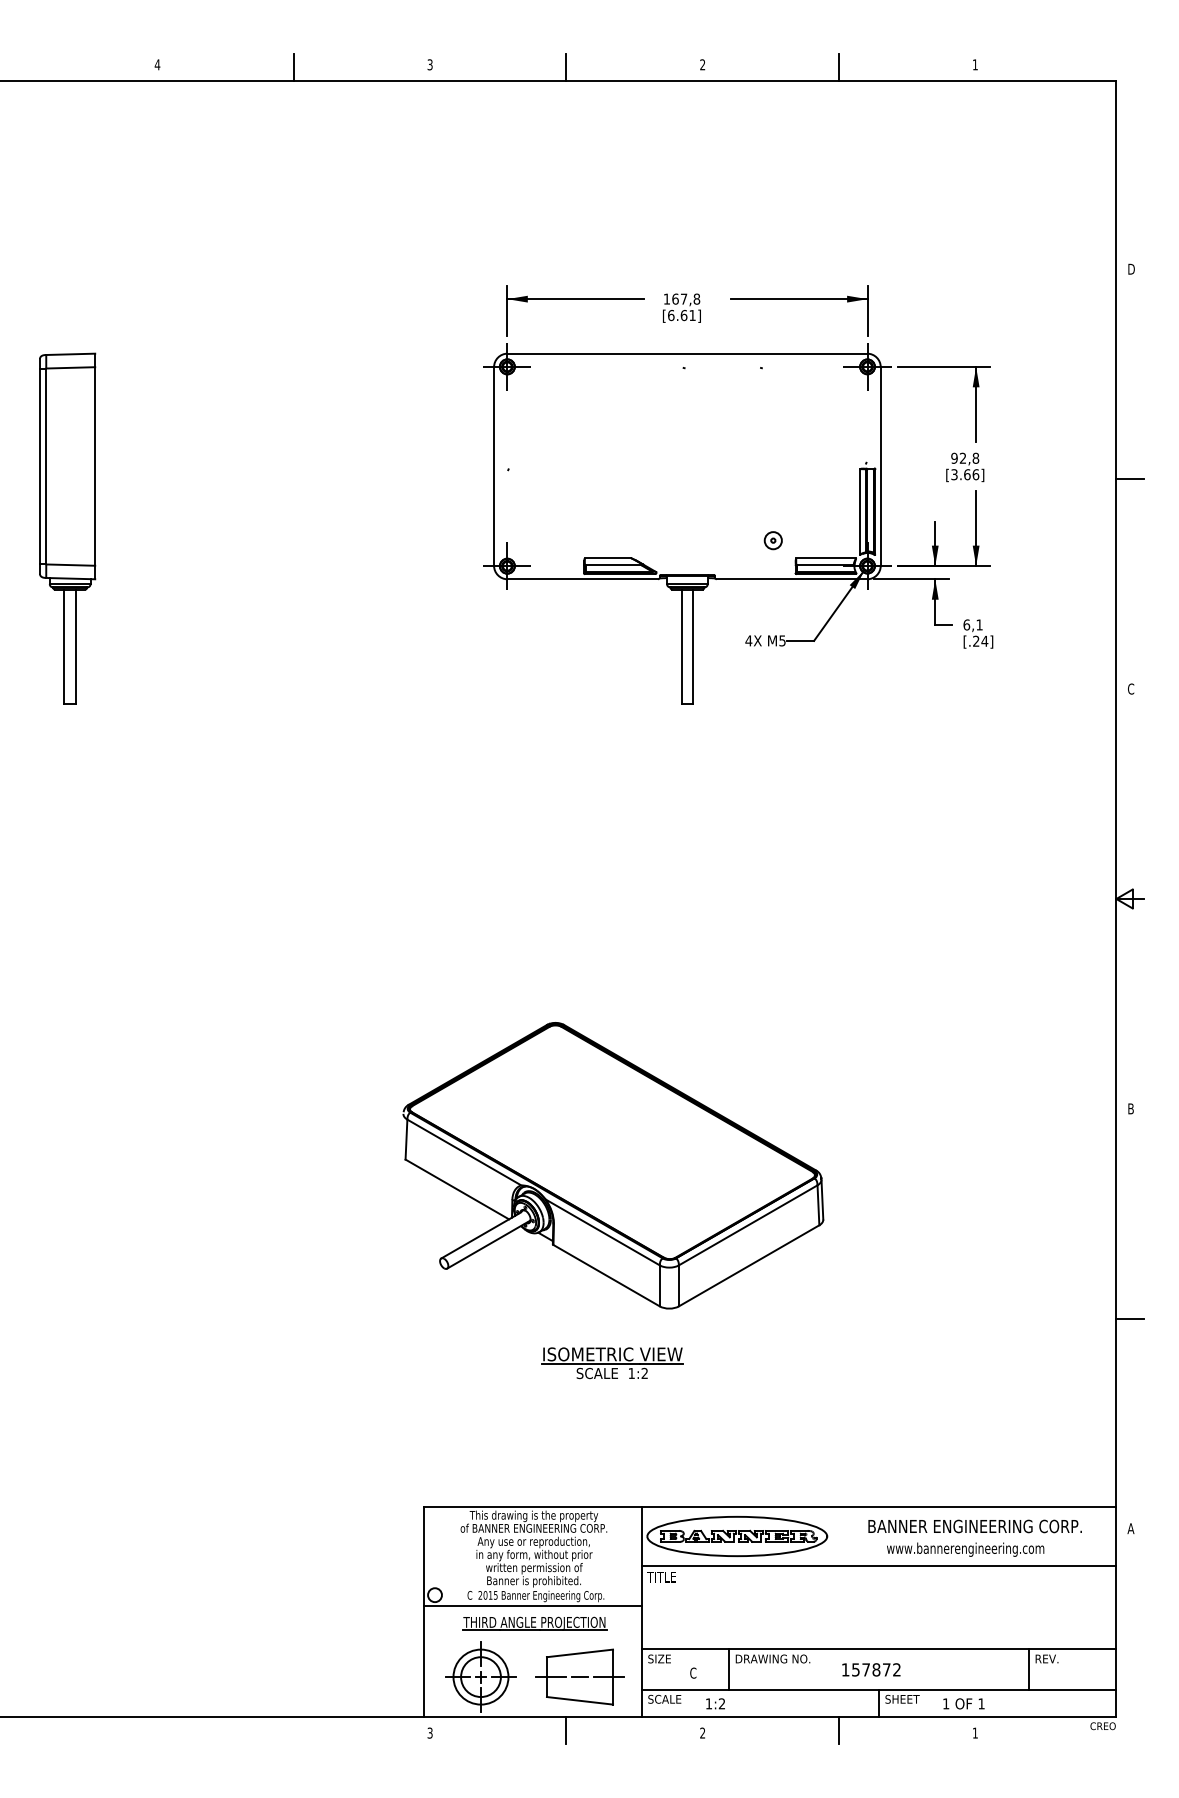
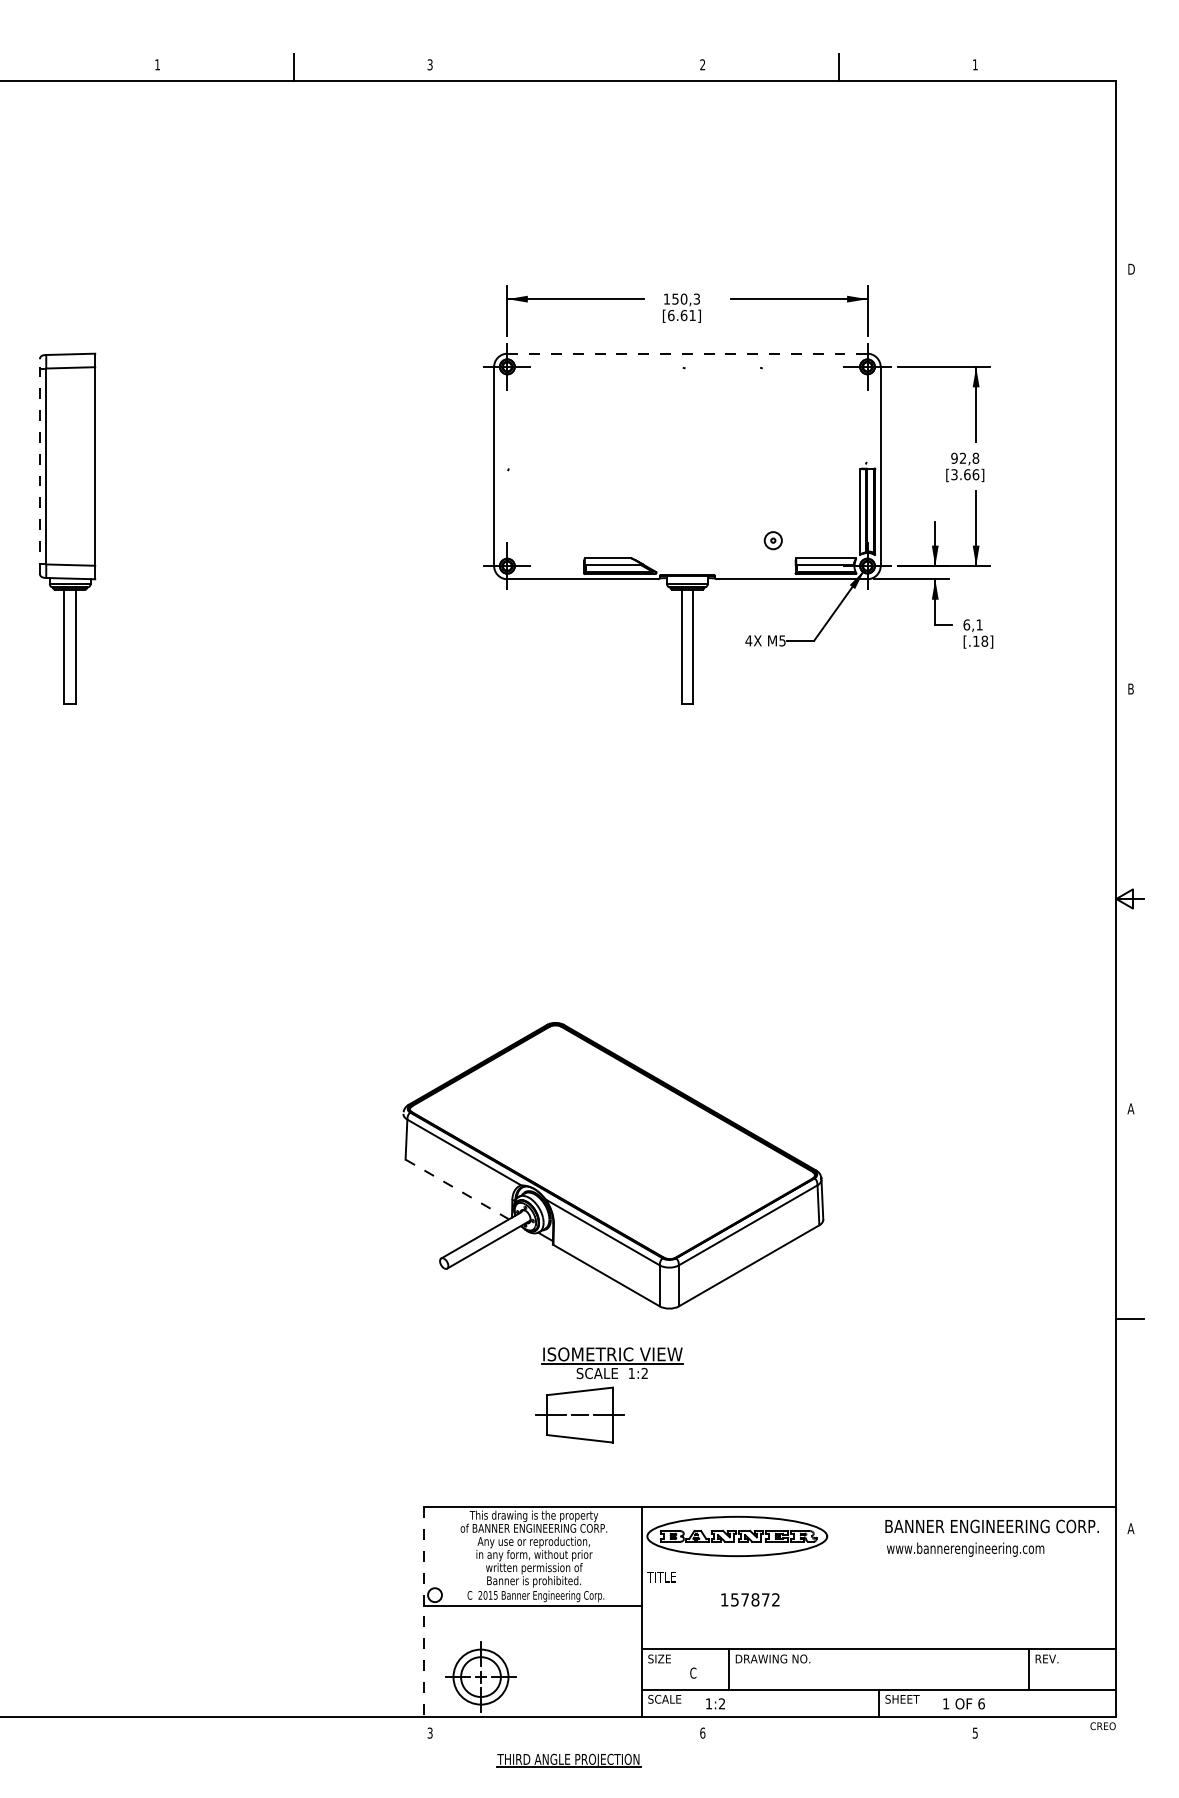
text at (157, 64): 4 -> 1
line at (566, 67): present -> none
text at (686, 298): 167,8 -> 150,3
line at (687, 353): solid -> dashed
line at (39, 465): solid -> dashed
line at (1129, 479): present -> none
text at (980, 640): [.24] -> [.18]
text at (1131, 688): C -> B
text at (1130, 1108): B -> A
line at (457, 1189): solid -> dashed
text at (974, 1526) position: (974, 1526) -> (991, 1526)
line at (879, 1566): present -> none
line at (423, 1612): solid -> dashed
part at (534, 1623) position: (534, 1623) -> (568, 1760)
text at (871, 1669) position: (871, 1669) -> (750, 1599)
part at (579, 1676) position: (579, 1676) -> (579, 1414)
text at (981, 1703): 1 -> 6
line at (566, 1730): present -> none
line at (839, 1730): present -> none
text at (702, 1732): 2 -> 6
text at (974, 1732): 1 -> 5
